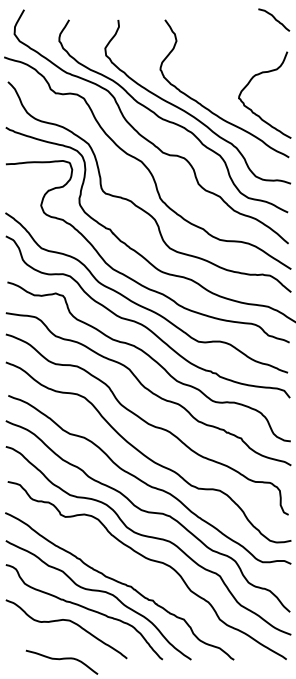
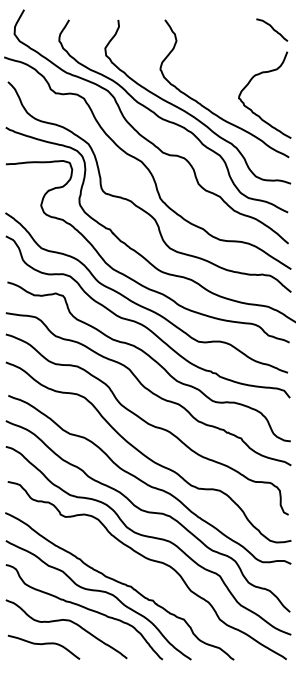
curve at (274, 19) position: (274, 19) -> (272, 29)
curve at (61, 659) position: (61, 659) -> (43, 644)
